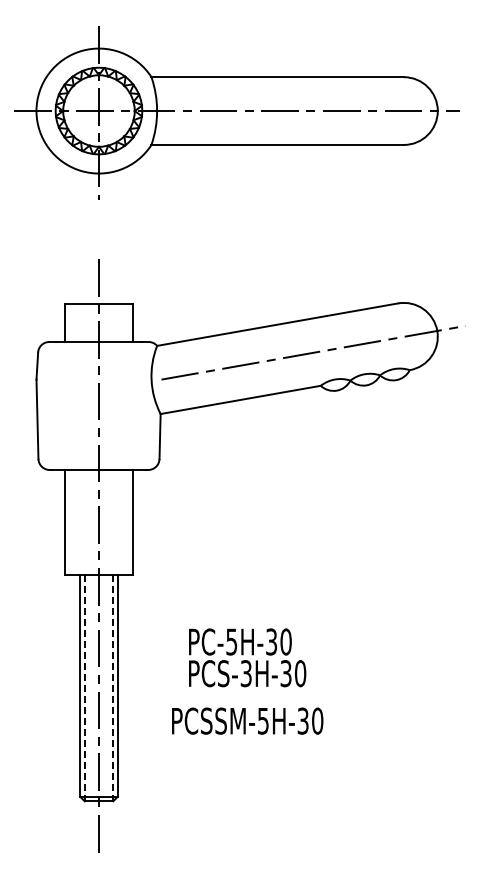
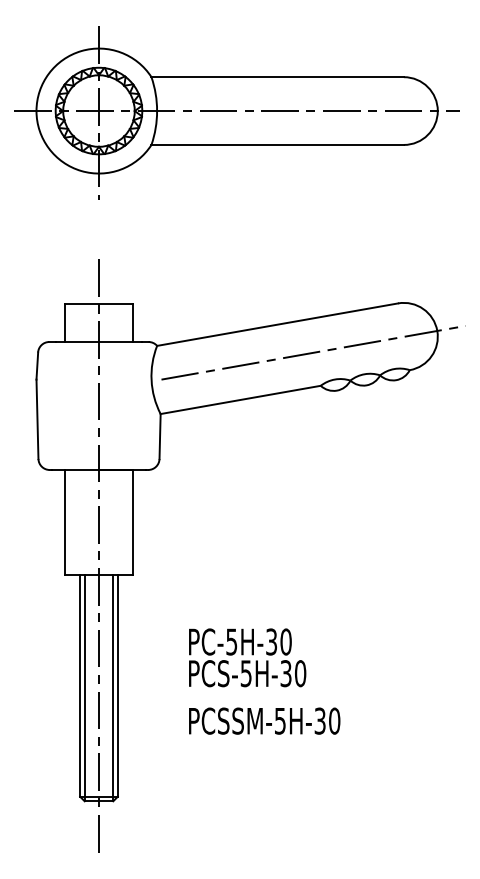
text at (246, 673): PCS-3H-30 -> PCS-5H-30
line at (84, 688): dashed -> solid
line at (113, 688): dashed -> solid
text at (247, 720) position: (247, 720) -> (264, 720)
